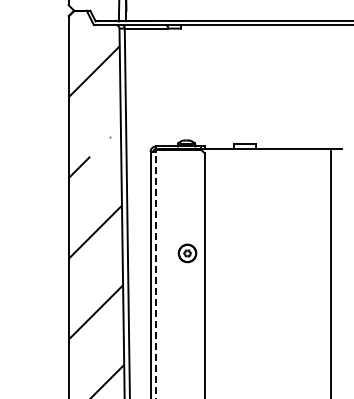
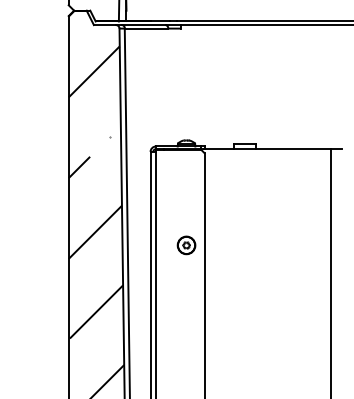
part at (187, 253) position: (187, 253) -> (186, 245)
line at (155, 274): dashed -> solid
